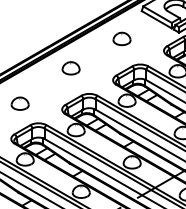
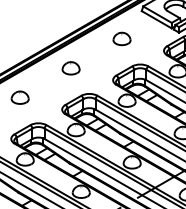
part at (19, 103) position: (19, 103) -> (19, 97)
